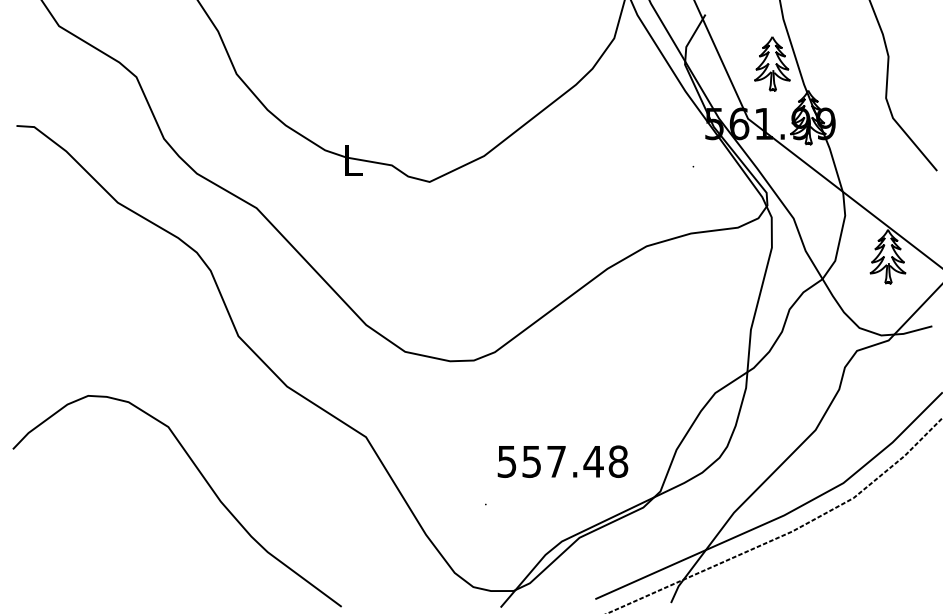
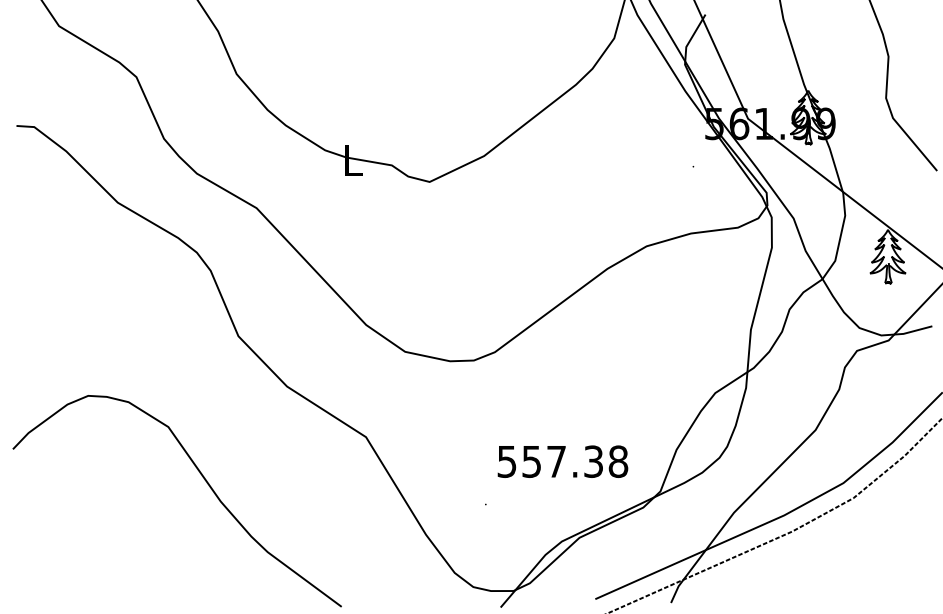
part at (772, 63): present -> none
text at (593, 461): 557.48 -> 557.38
